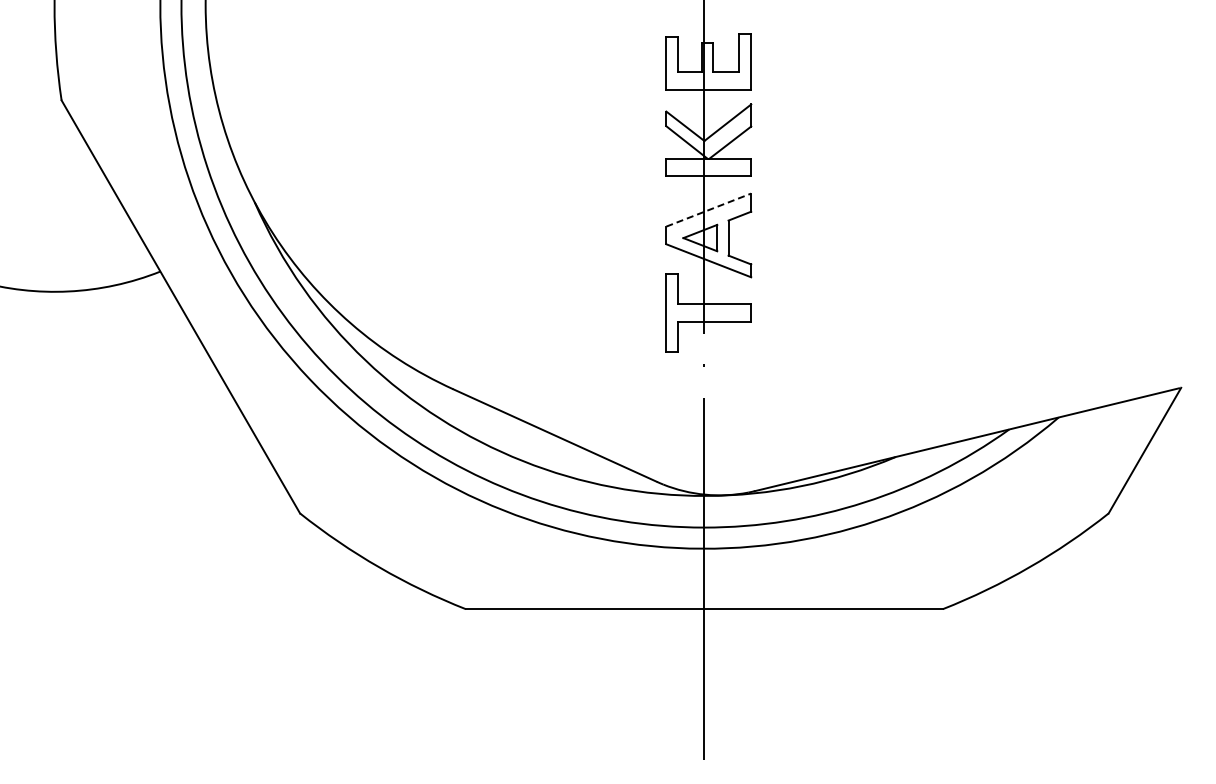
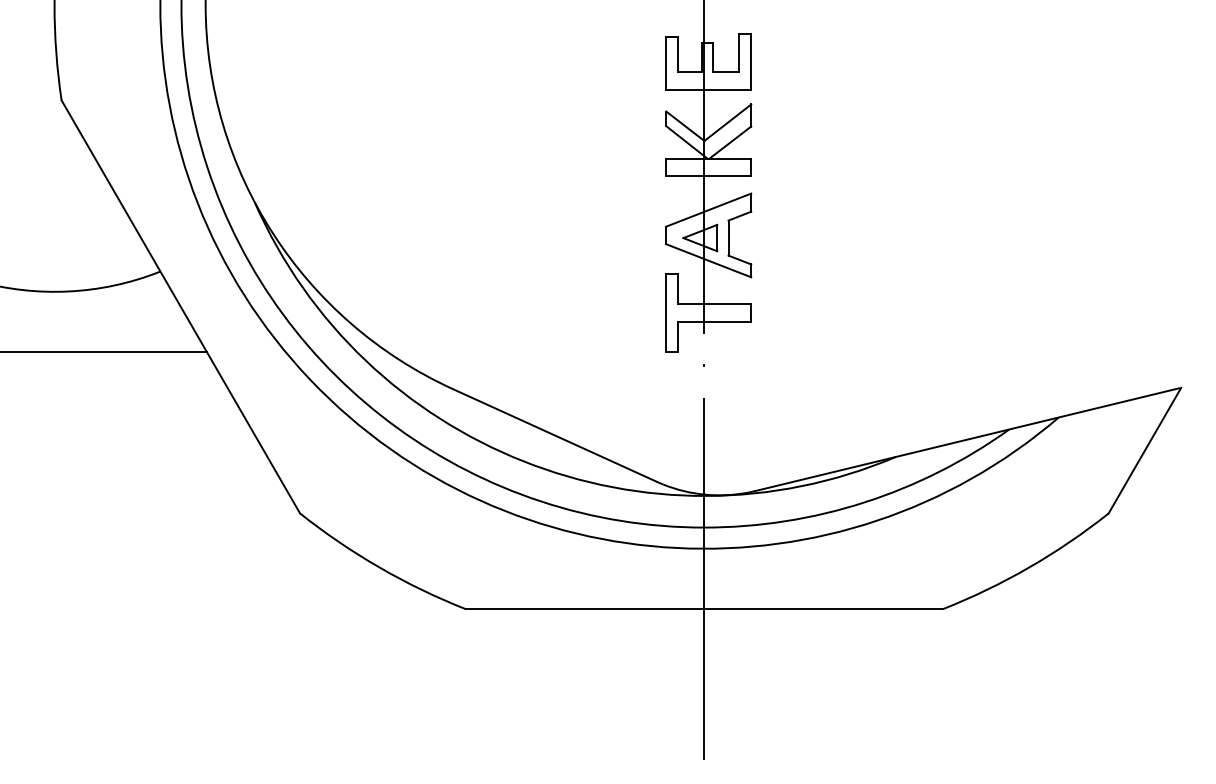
line at (708, 210): dashed -> solid
line at (104, 352): none -> present
